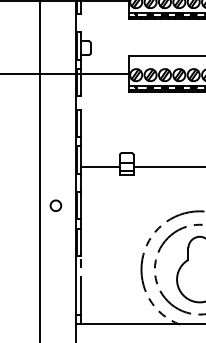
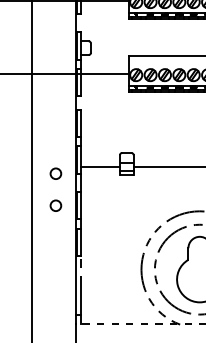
line at (39, 170) position: (39, 170) -> (31, 170)
circle at (55, 173): none -> present
line at (140, 324): solid -> dashed
